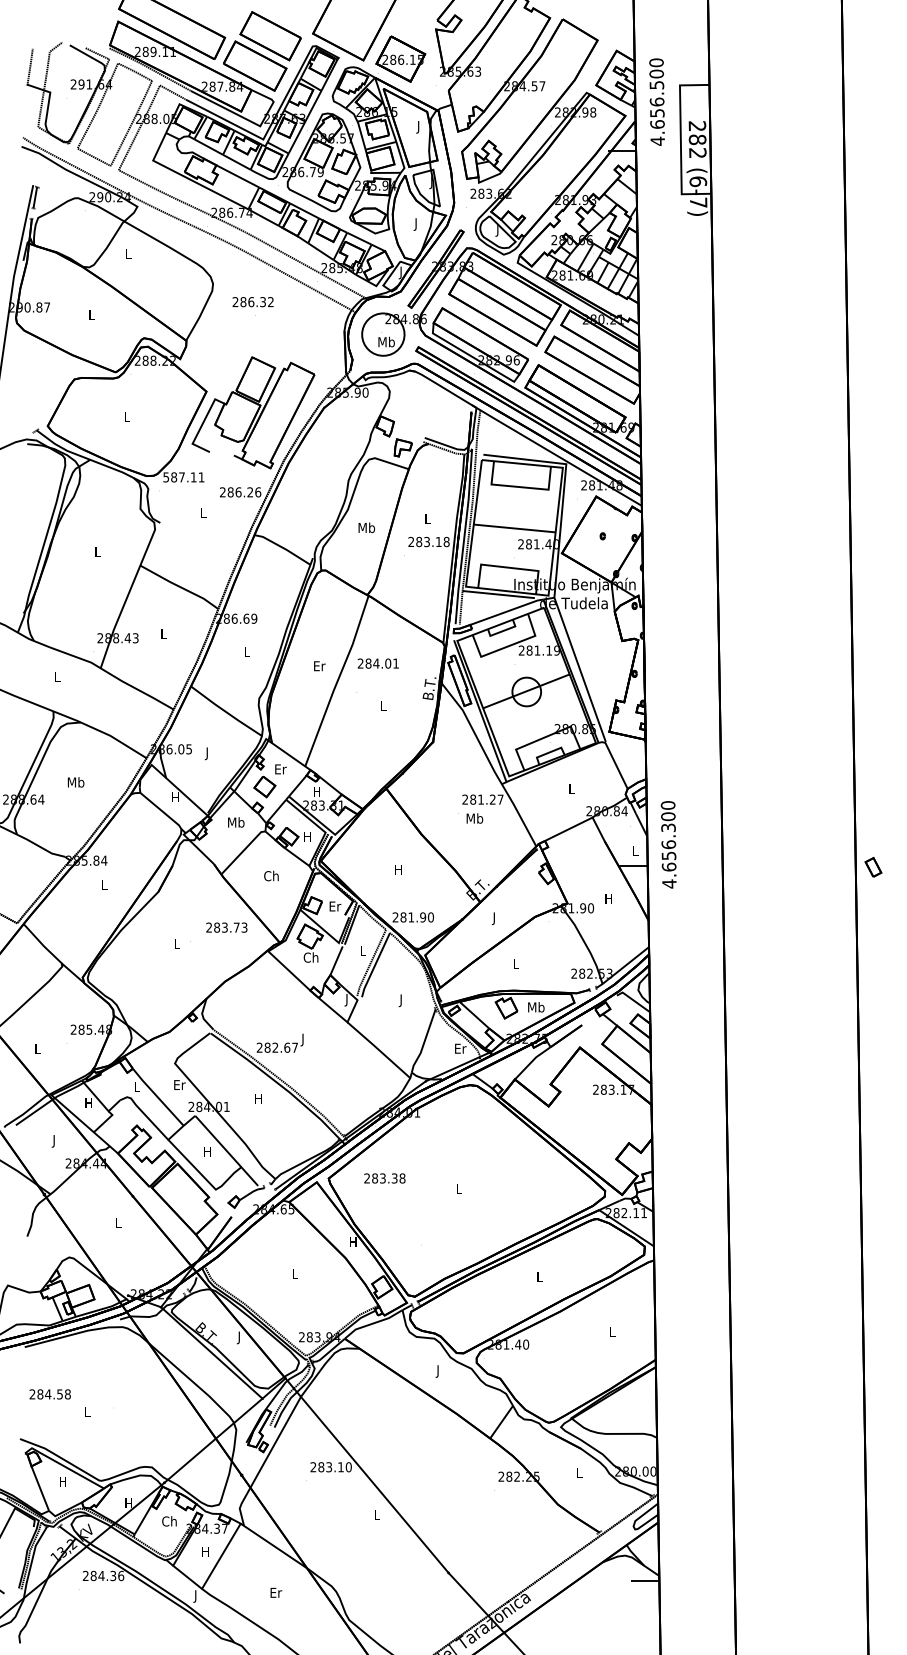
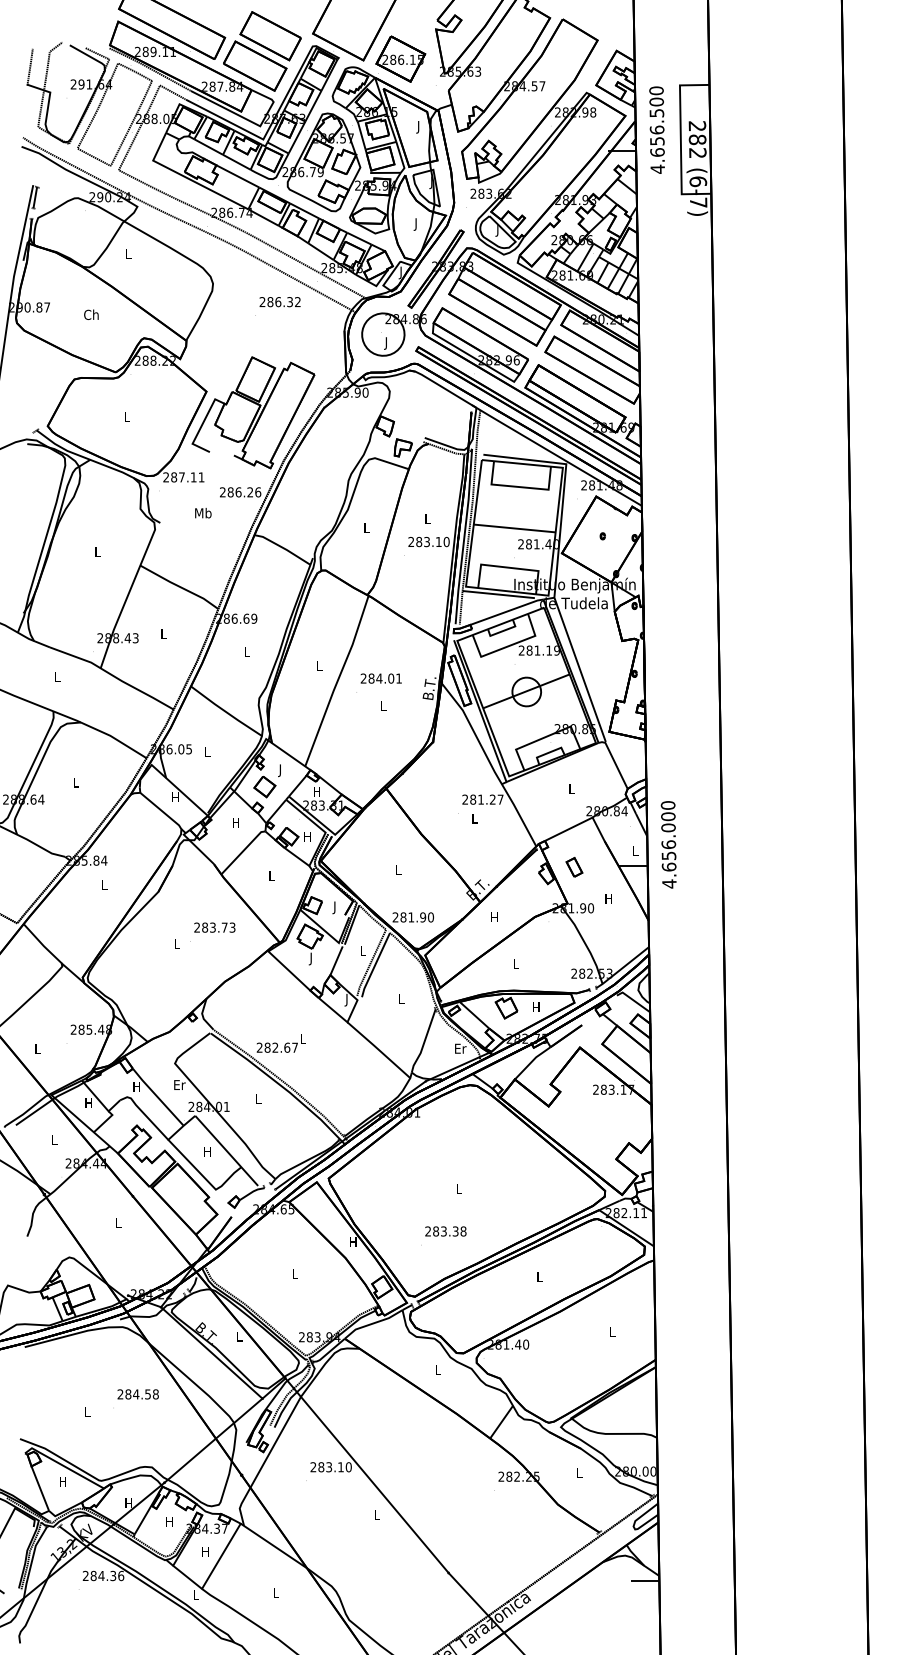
text at (656, 101) position: (656, 101) -> (656, 129)
text at (252, 302) position: (252, 302) -> (279, 302)
text at (91, 314): L -> Ch
text at (386, 342): Mb -> J
text at (166, 477): 587.11 -> 287.11
text at (203, 512): L -> Mb
text at (366, 527): Mb -> L
text at (446, 541): 283.18 -> 283.10
text at (377, 663) position: (377, 663) -> (380, 678)
text at (319, 666): Er -> L
text at (207, 753): J -> L
text at (280, 770): Er -> J
text at (75, 782): Mb -> L
text at (474, 818): Mb -> L
text at (236, 822): Mb -> H
text at (668, 827): 4.656.300 -> 4.656.000
part at (873, 867) position: (873, 867) -> (574, 867)
text at (398, 869): H -> L
text at (271, 875): Ch -> L
text at (335, 907): Er -> J
text at (494, 918): J -> H
text at (226, 927) position: (226, 927) -> (214, 927)
text at (310, 958): Ch -> J
text at (401, 1000): J -> L
text at (536, 1007): Mb -> H
text at (302, 1039): J -> L
text at (136, 1086): L -> H
text at (258, 1098): H -> L
text at (54, 1141): J -> L
text at (384, 1178) position: (384, 1178) -> (445, 1231)
text at (239, 1337): J -> L
text at (437, 1371): J -> L
text at (49, 1394) position: (49, 1394) -> (137, 1394)
text at (169, 1521): Ch -> H
text at (276, 1592): Er -> L
text at (195, 1596): J -> L
